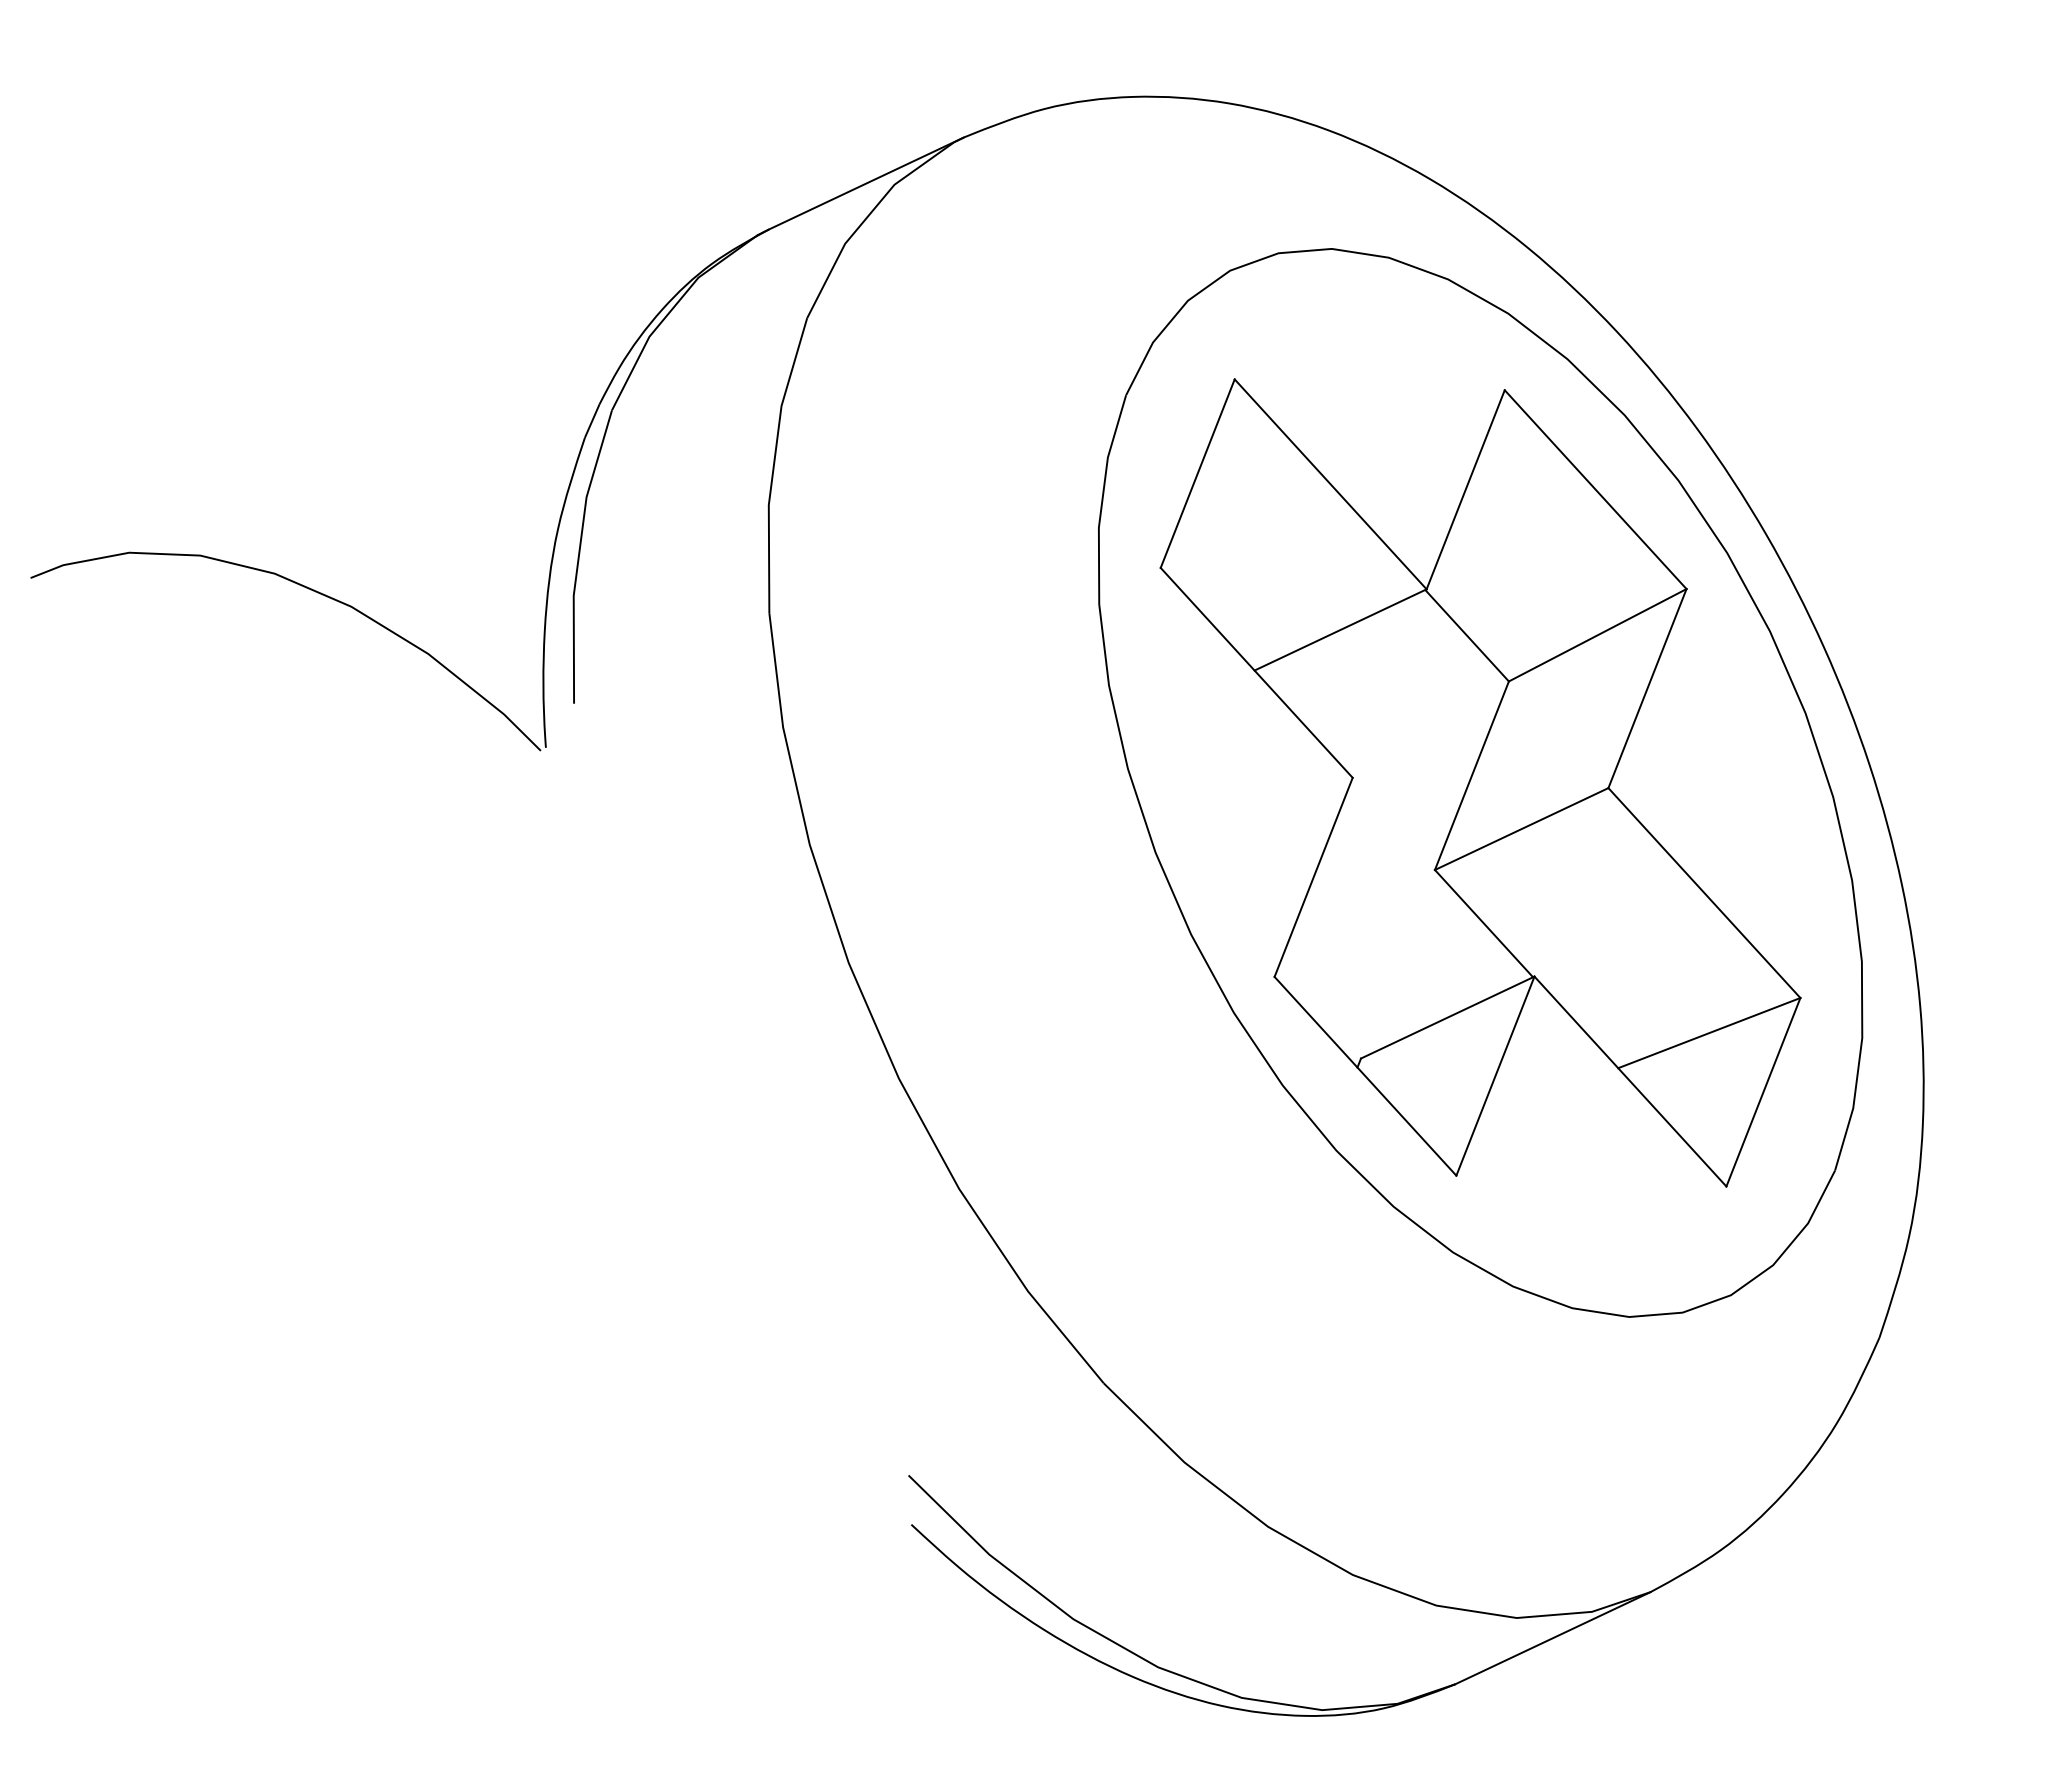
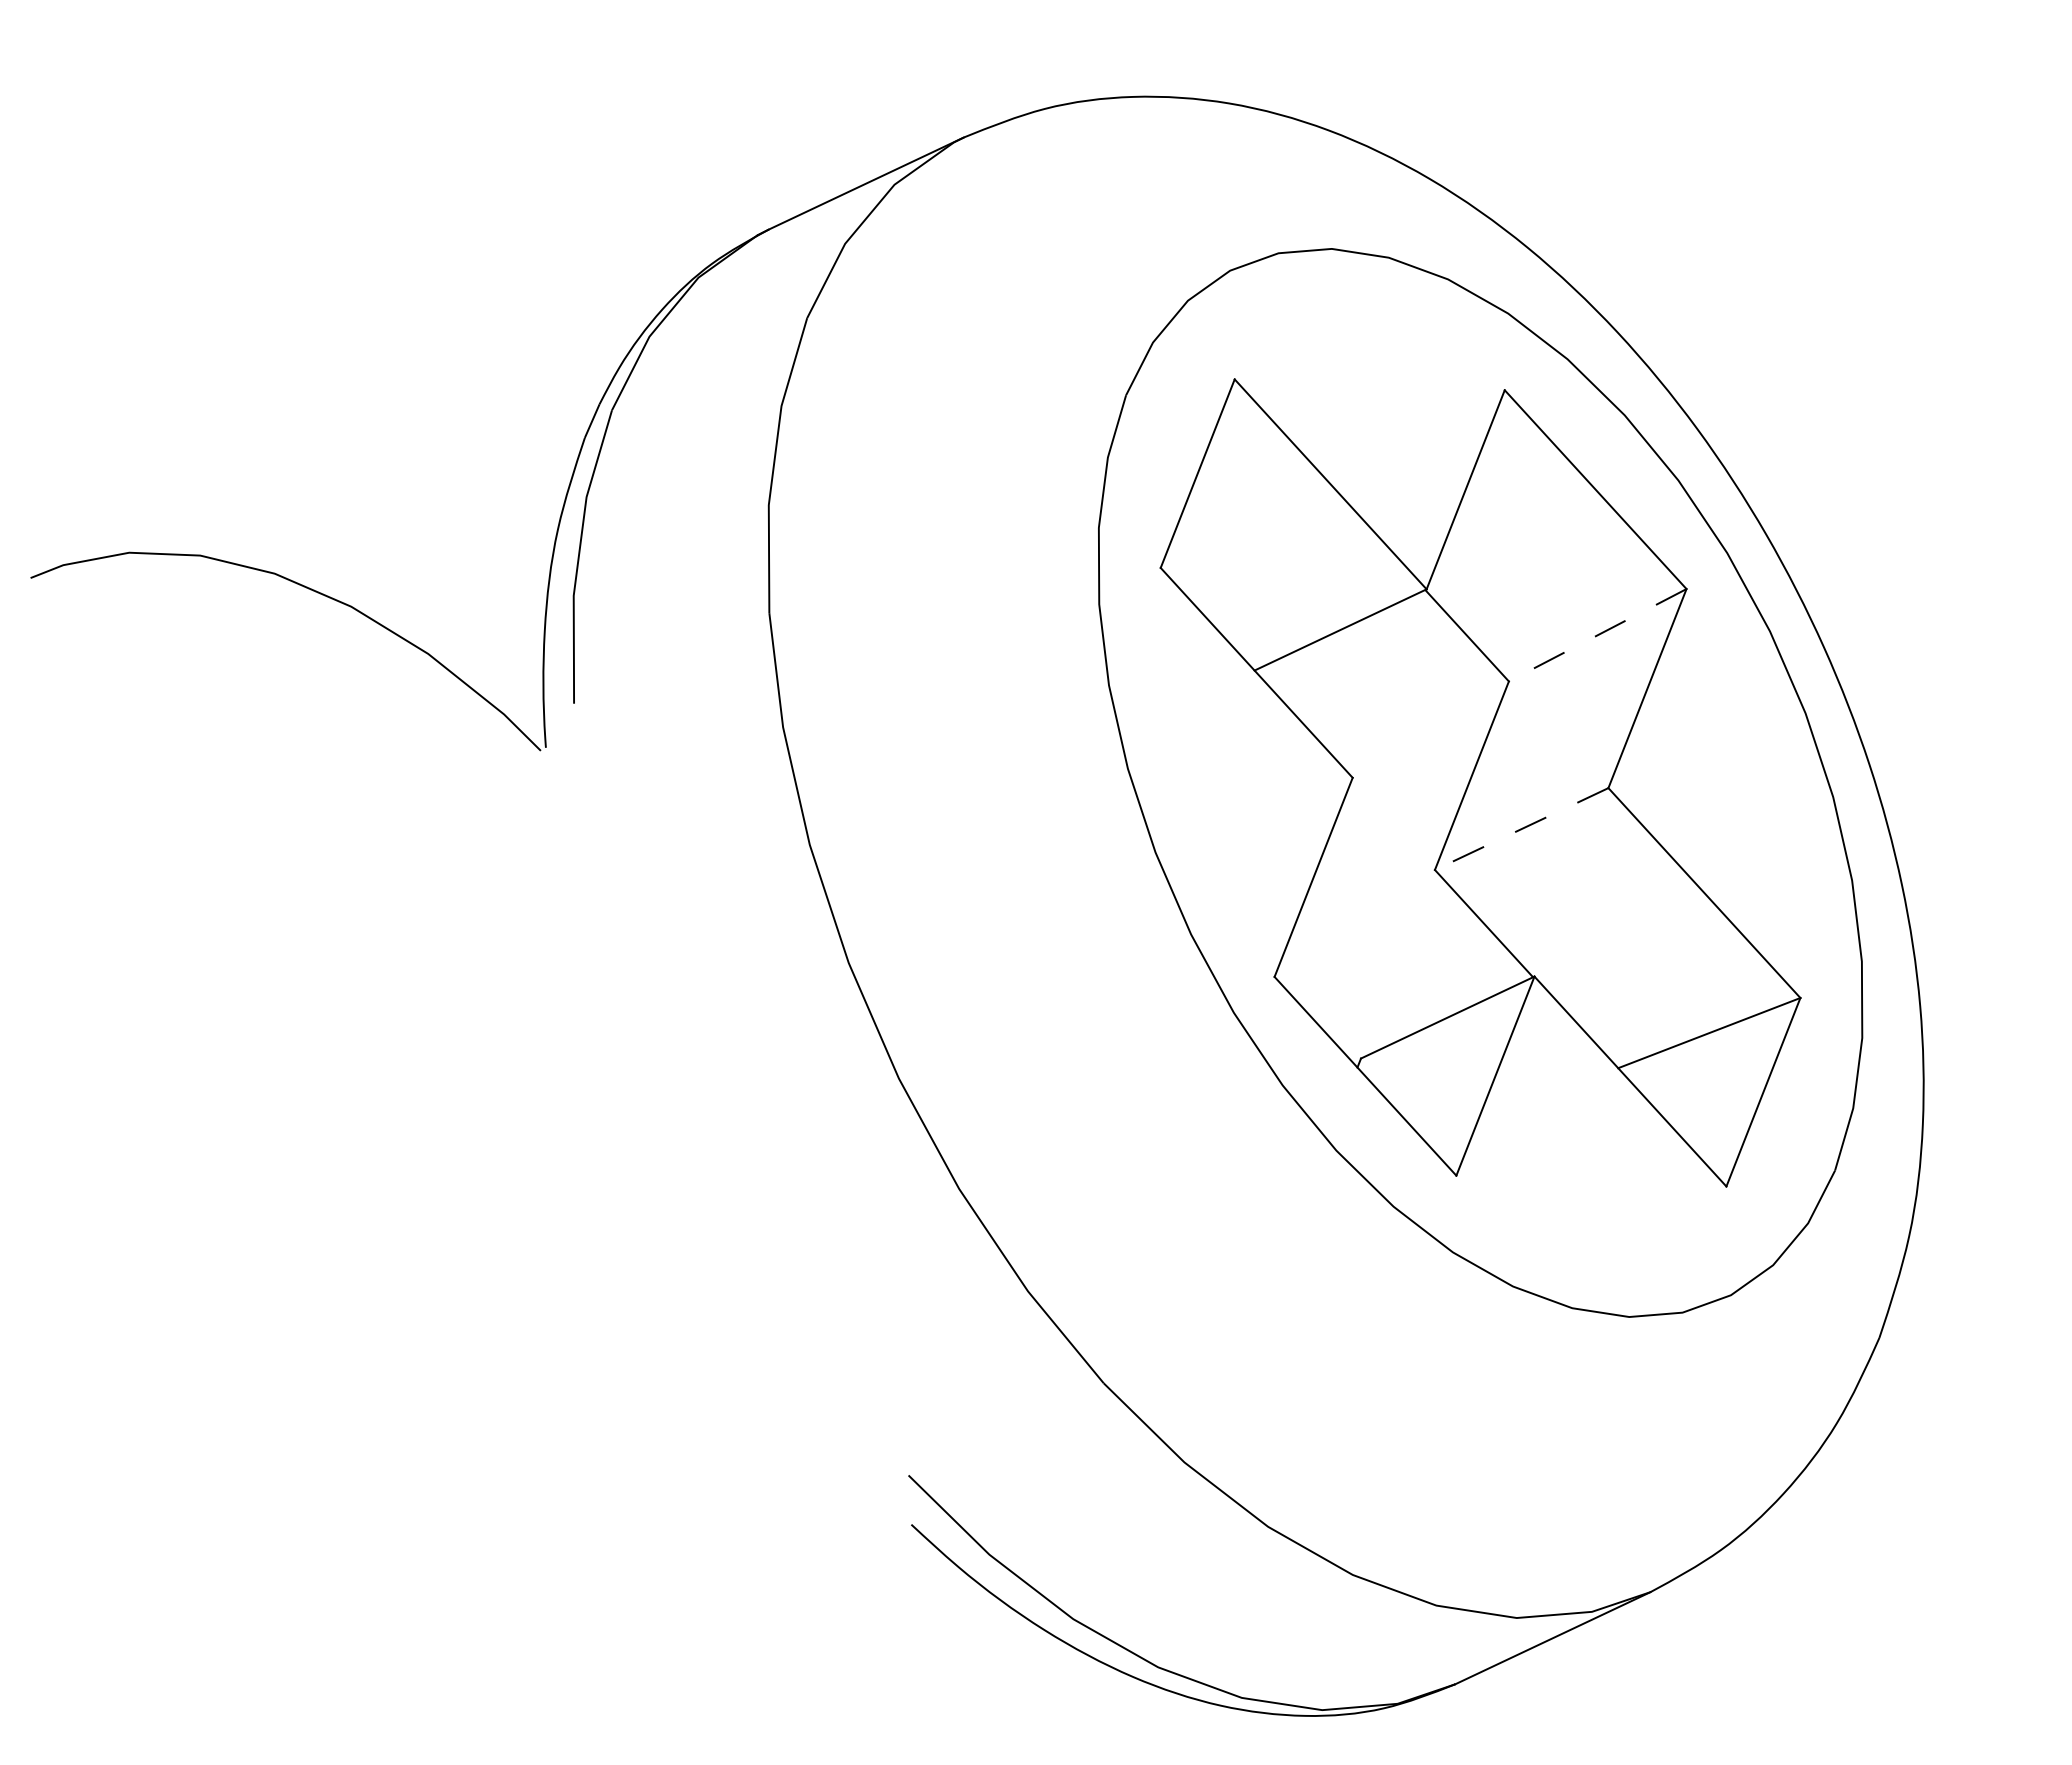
line at (1597, 635): solid -> dashed
line at (1521, 829): solid -> dashed
